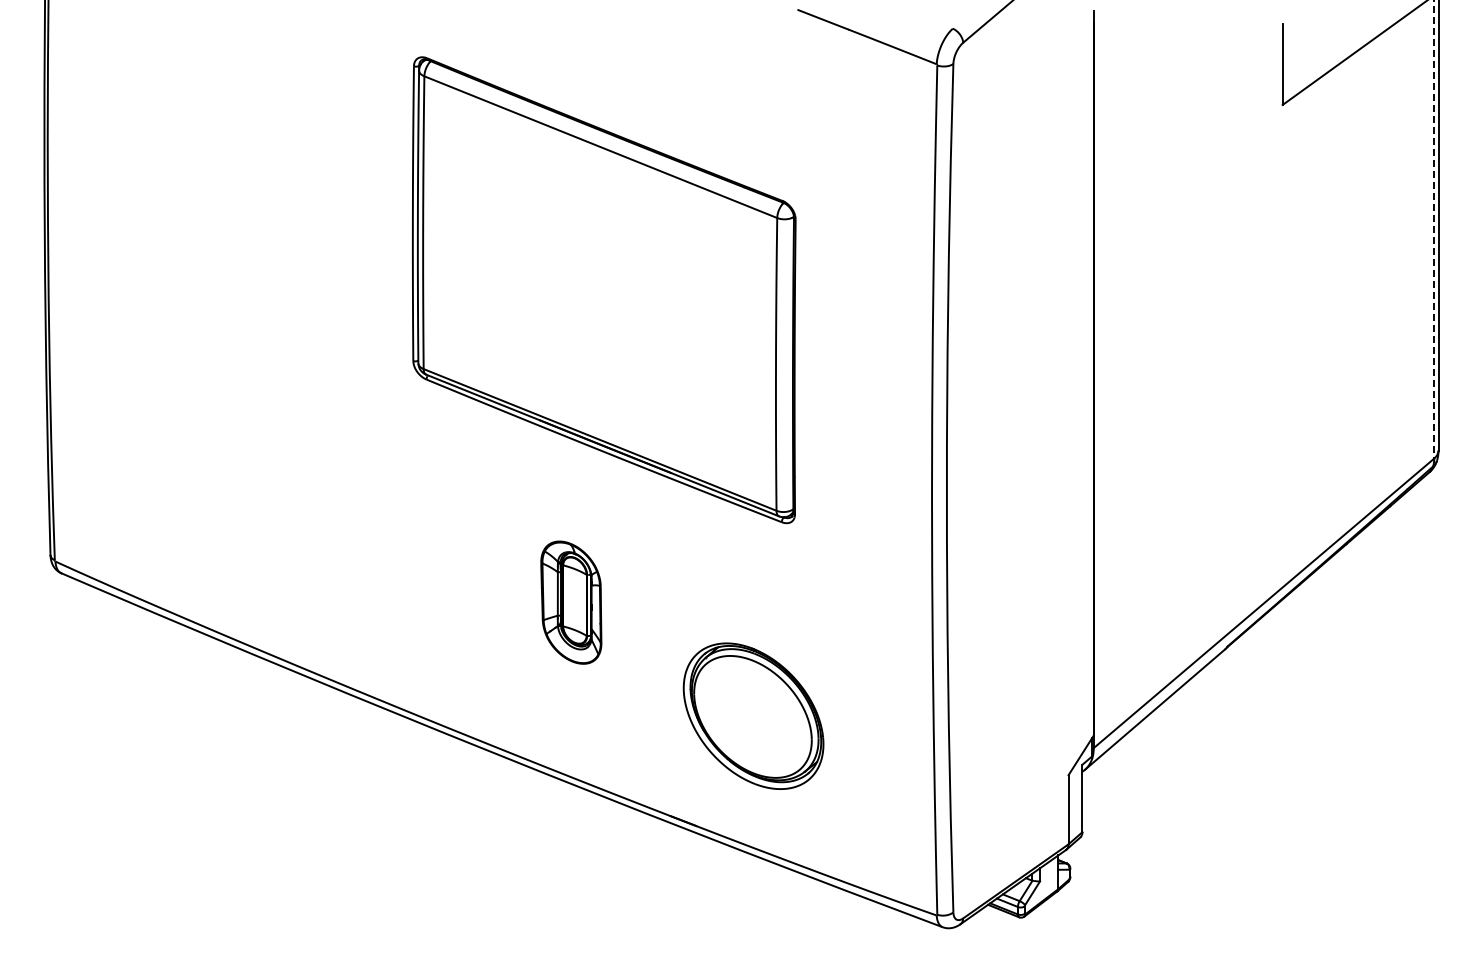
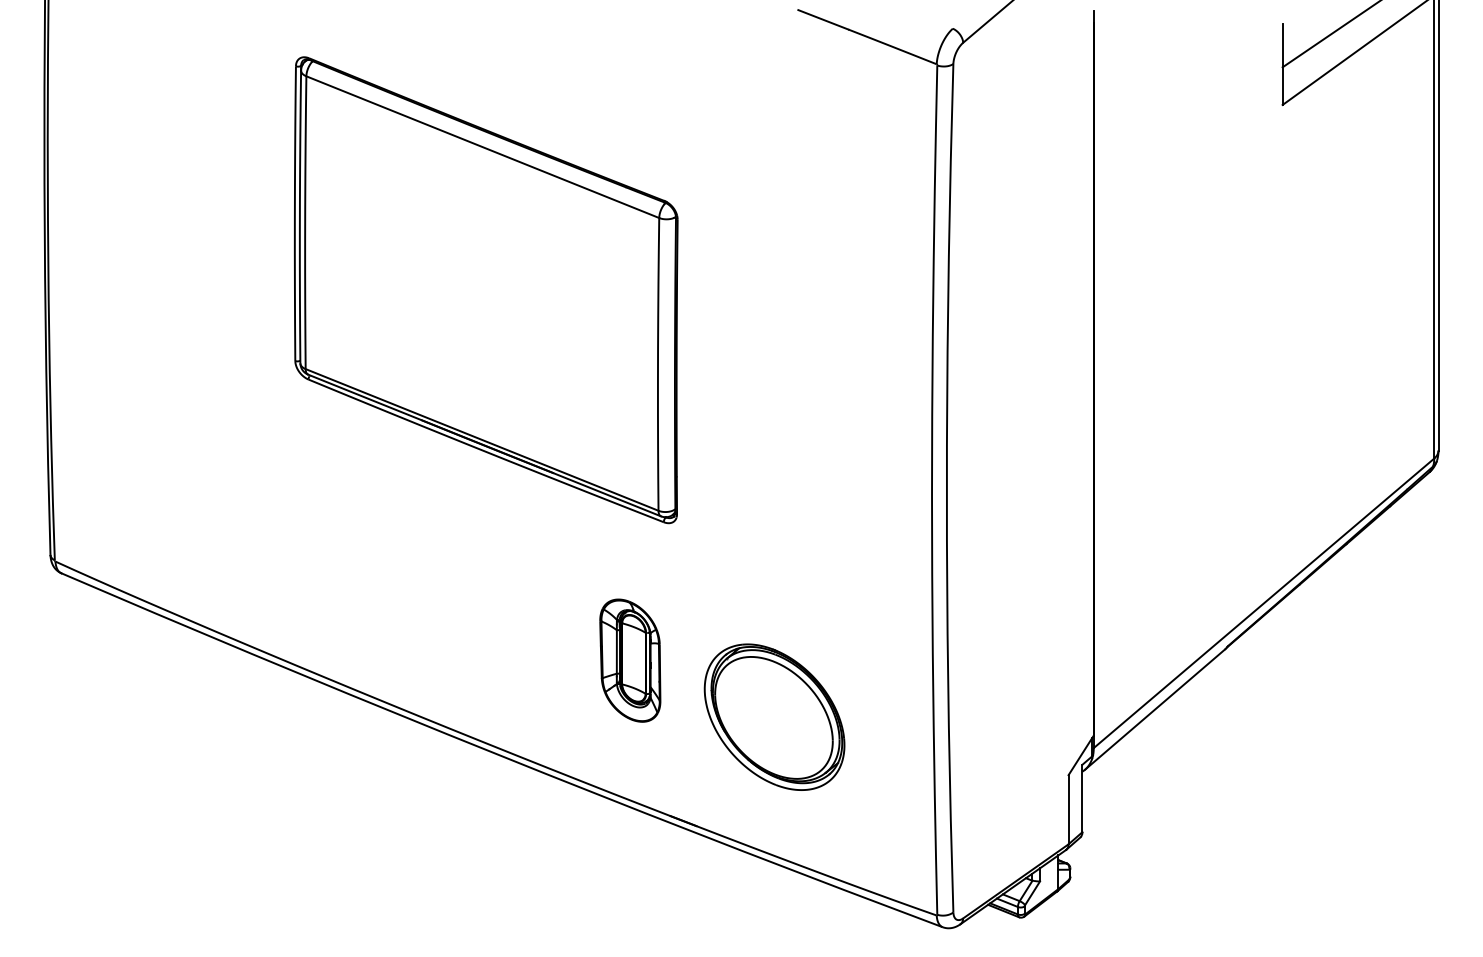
line at (1329, 34): none -> present
line at (1434, 230): dashed -> solid
part at (604, 290) position: (604, 290) -> (486, 290)
part at (571, 602) position: (571, 602) -> (630, 660)
part at (753, 715) position: (753, 715) -> (774, 716)
